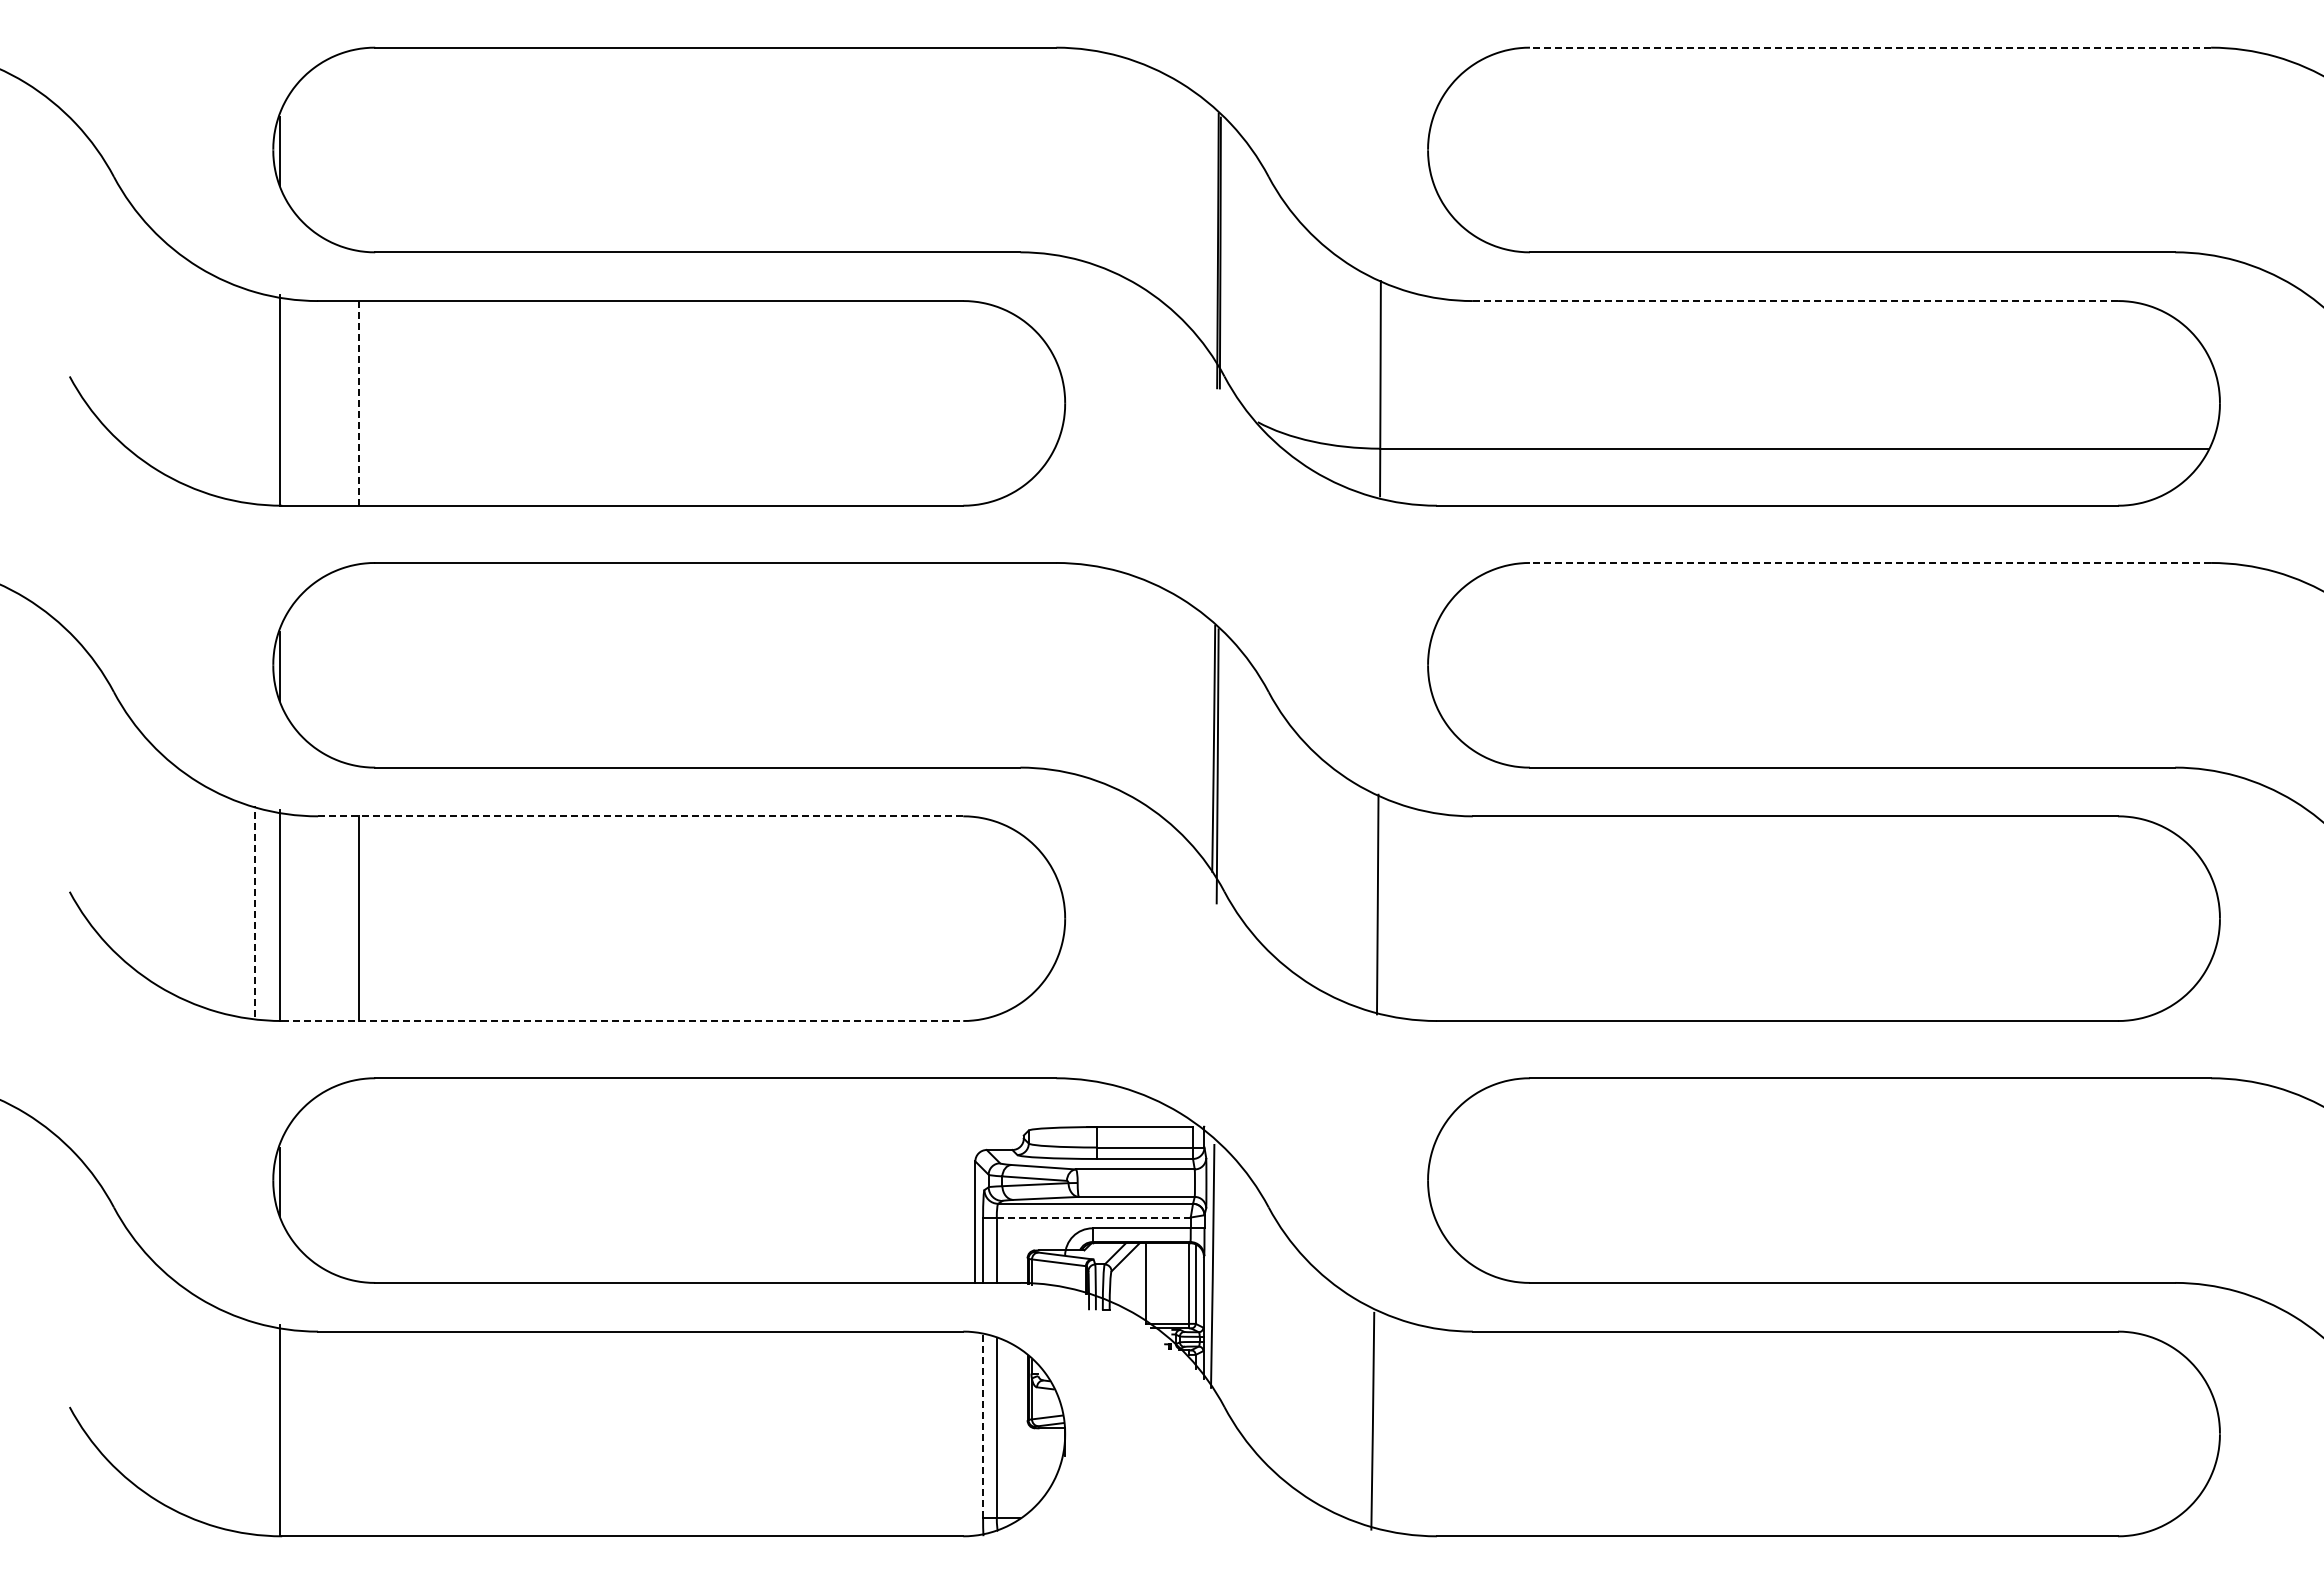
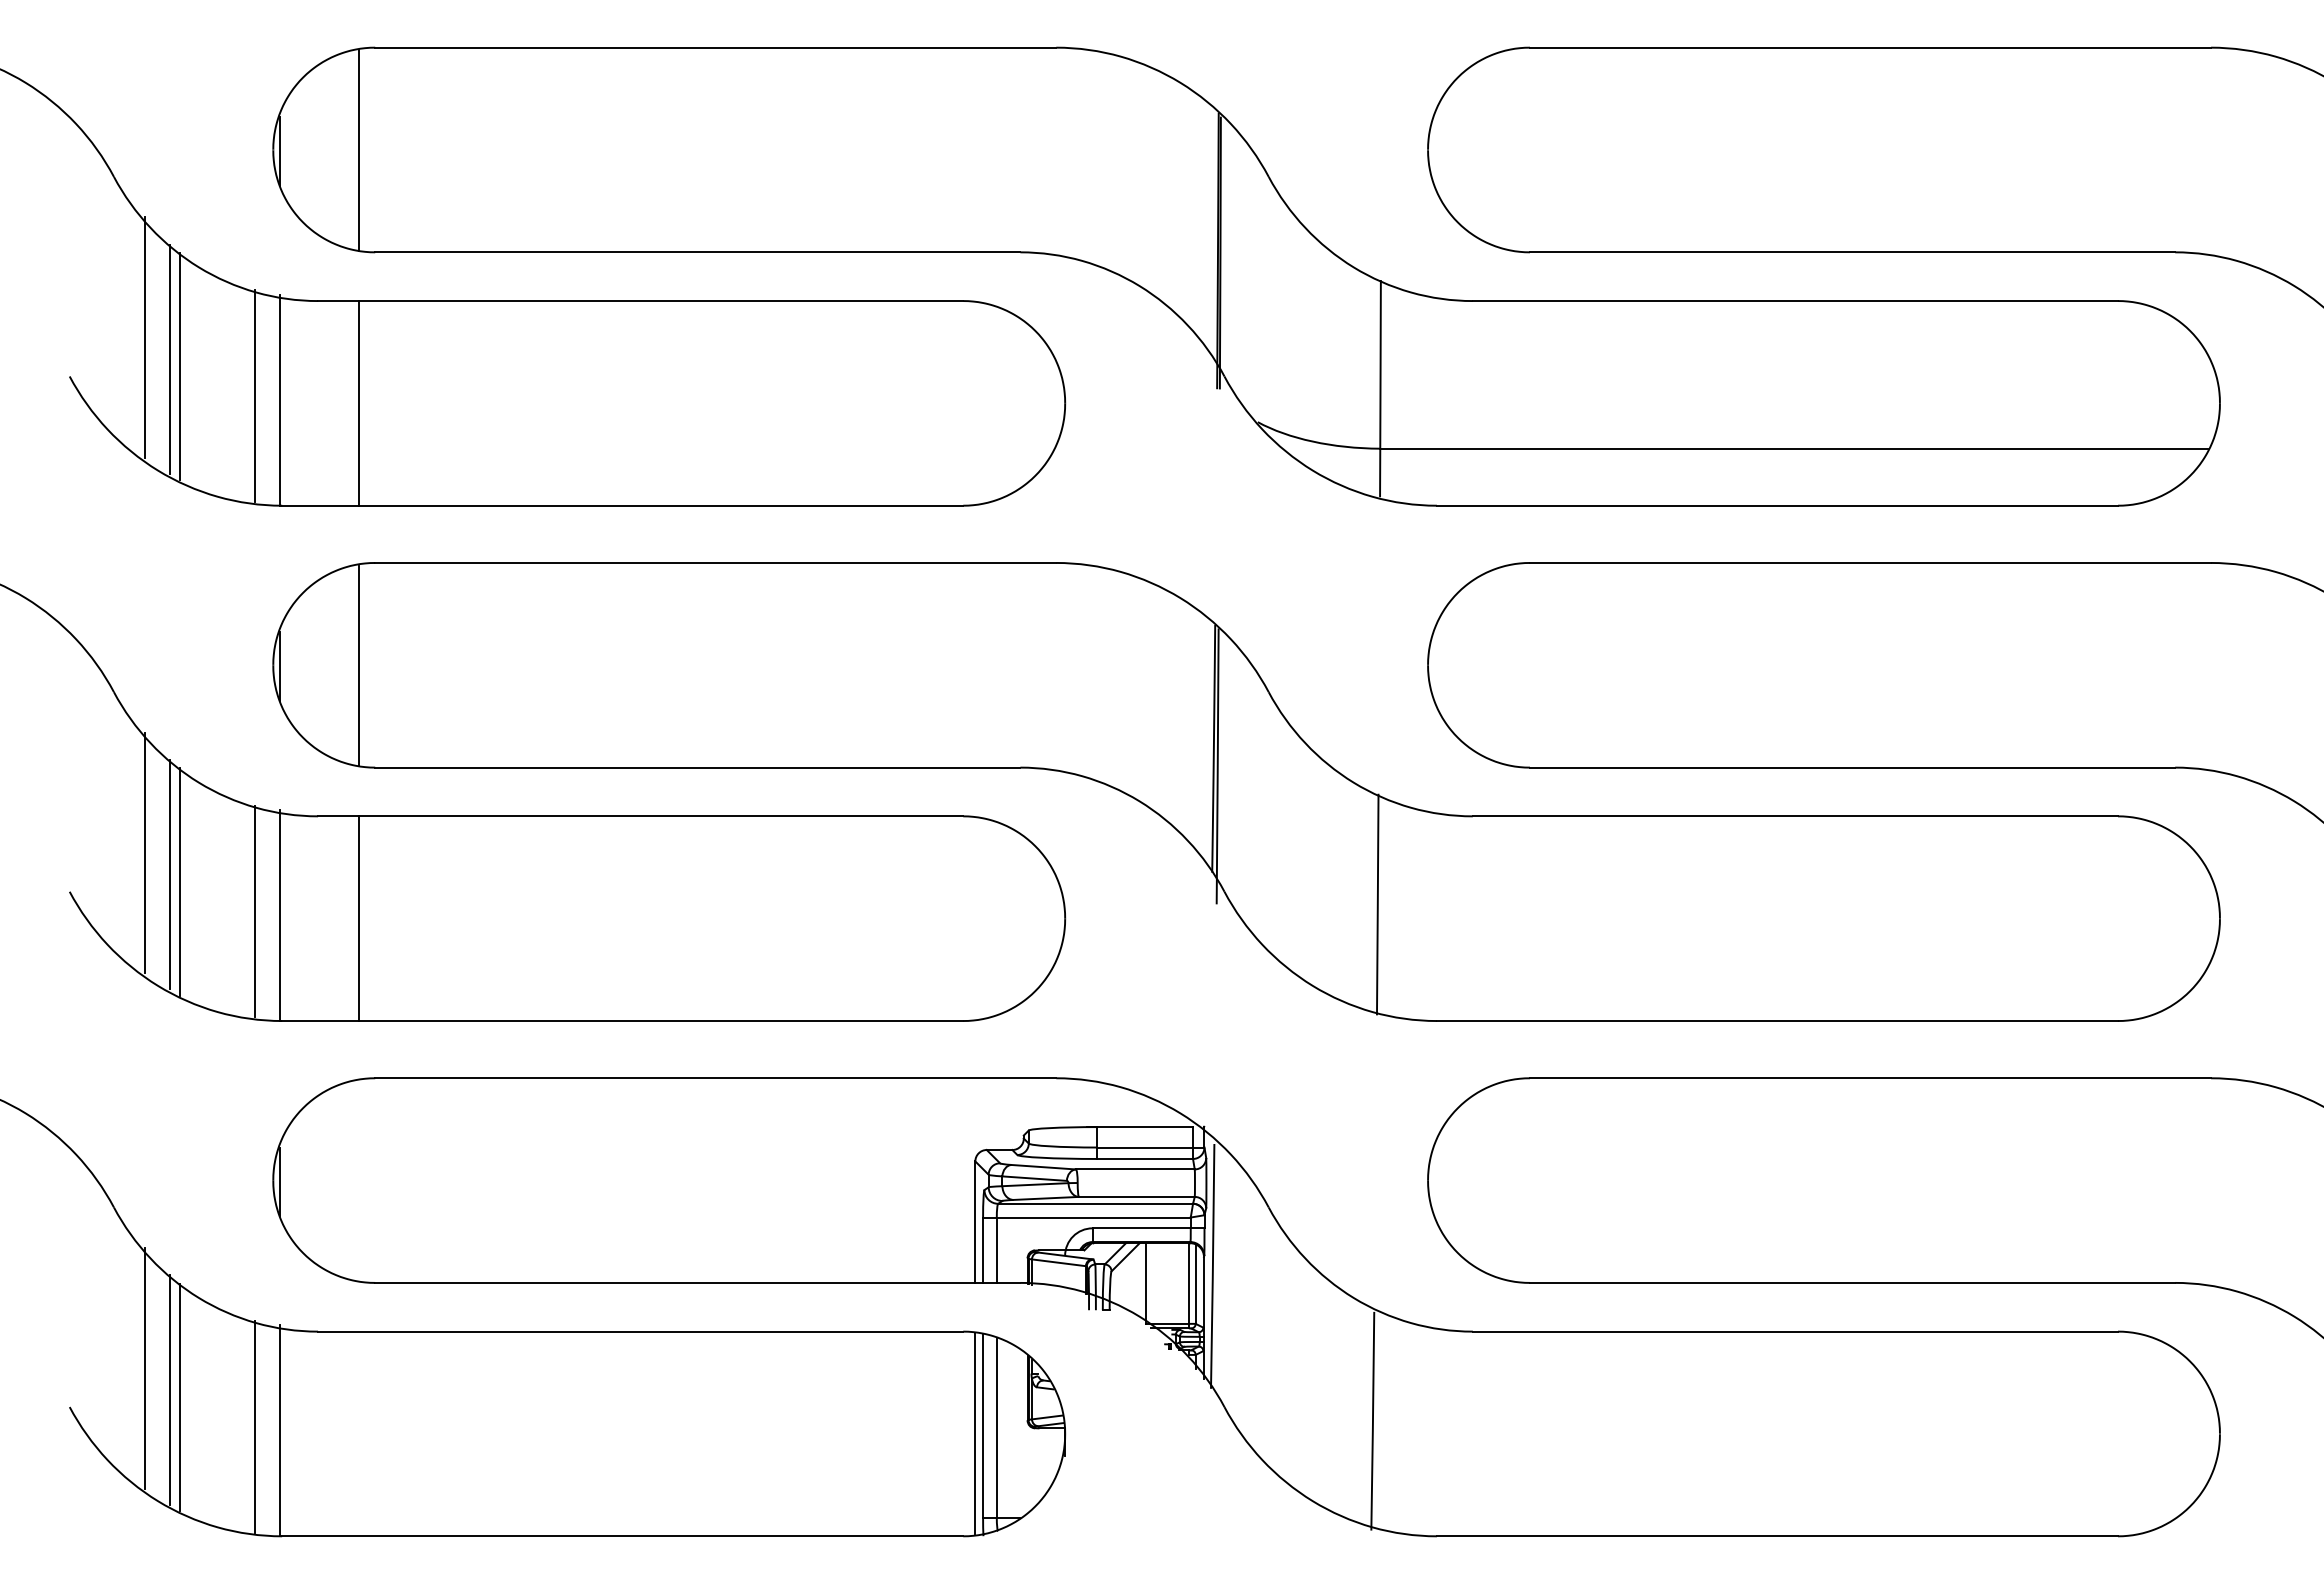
line at (1870, 47): dashed -> solid
line at (359, 150): none -> present
line at (1795, 301): dashed -> solid
line at (145, 337): none -> present
line at (169, 359): none -> present
line at (179, 366): none -> present
line at (254, 396): none -> present
line at (359, 403): dashed -> solid
line at (1870, 562): dashed -> solid
line at (359, 665): none -> present
line at (640, 816): dashed -> solid
line at (145, 852): none -> present
line at (169, 874): none -> present
line at (179, 881): none -> present
line at (254, 911): dashed -> solid
line at (622, 1021): dashed -> solid
line at (1093, 1217): dashed -> solid
line at (145, 1367): none -> present
line at (169, 1389): none -> present
line at (179, 1396): none -> present
line at (983, 1425): dashed -> solid
line at (254, 1426): none -> present
line at (975, 1433): none -> present
